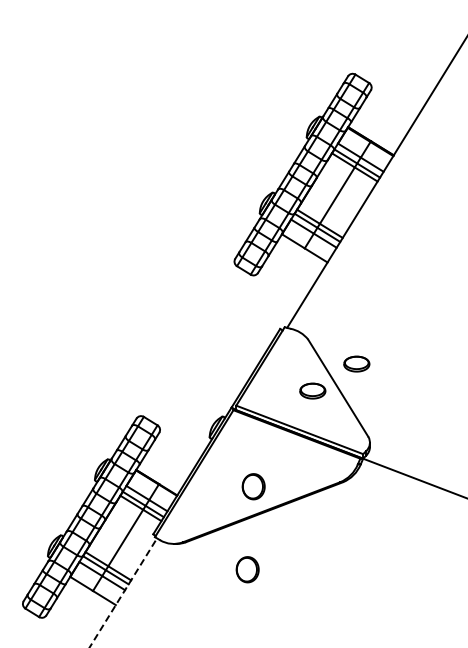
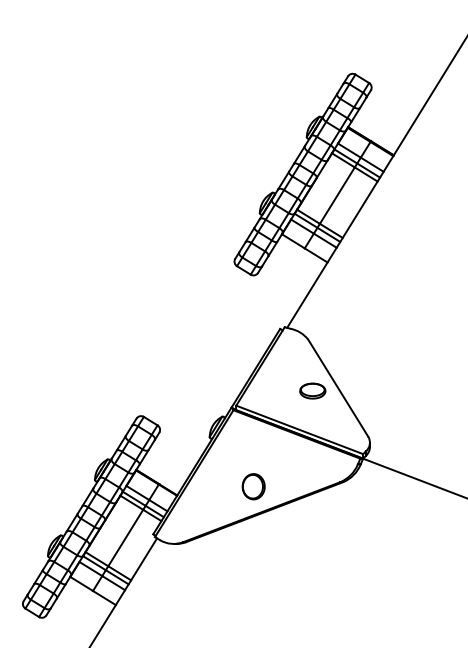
part at (356, 363): present -> none
part at (247, 569): present -> none
line at (123, 592): dashed -> solid
